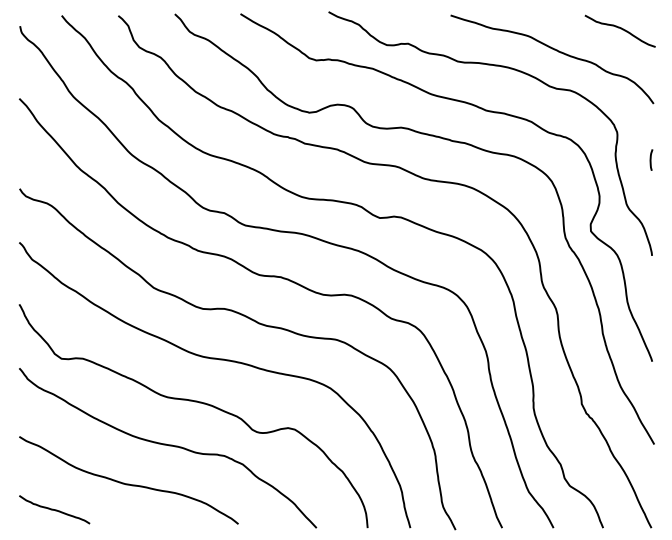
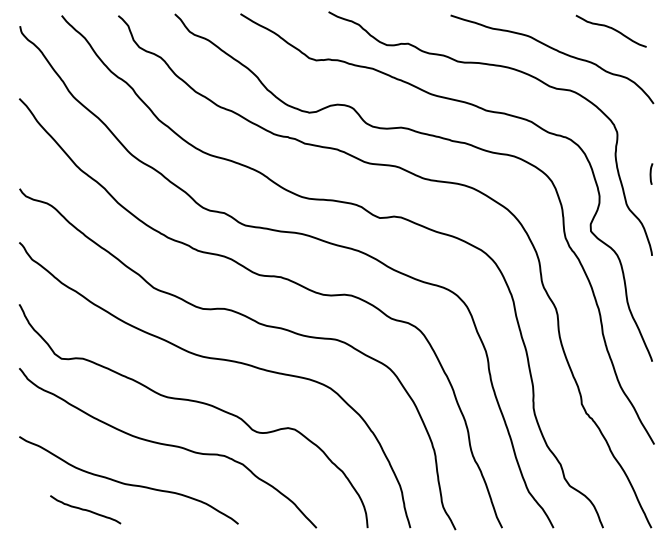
curve at (620, 29) position: (620, 29) -> (611, 29)
curve at (651, 159) position: (651, 159) -> (651, 173)
curve at (54, 509) position: (54, 509) -> (85, 509)
